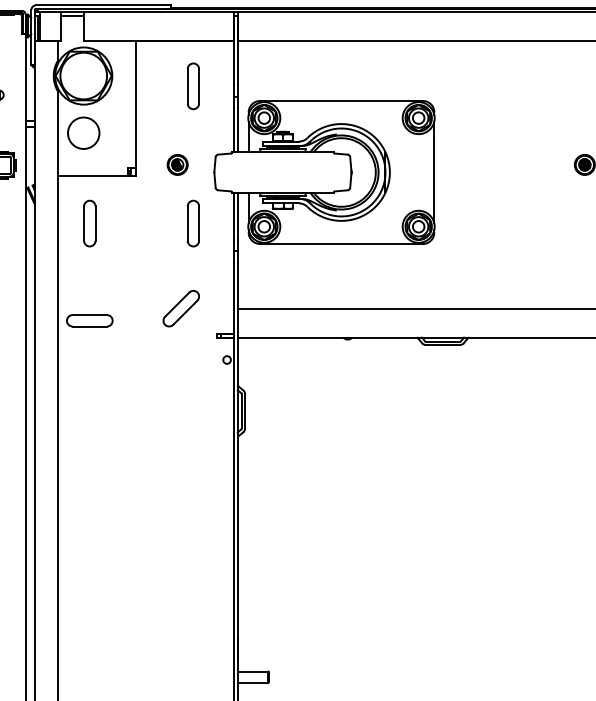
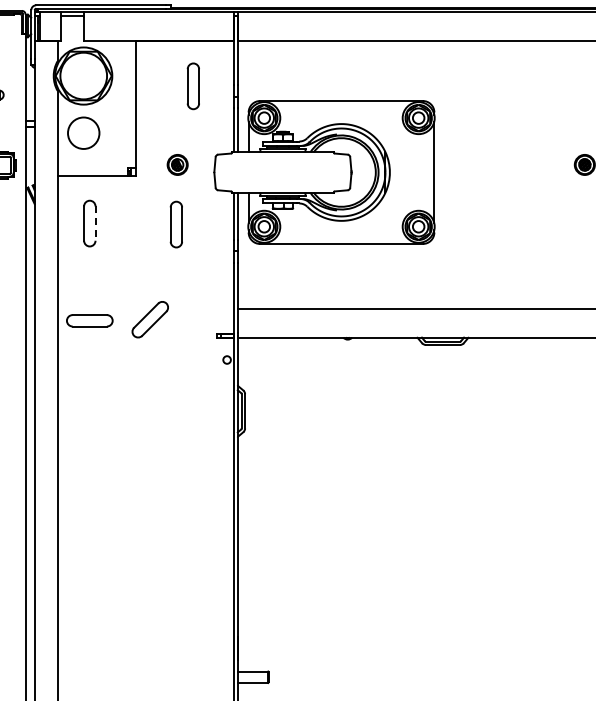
part at (192, 223) position: (192, 223) -> (175, 224)
line at (95, 224): solid -> dashed
part at (180, 308) position: (180, 308) -> (149, 319)
